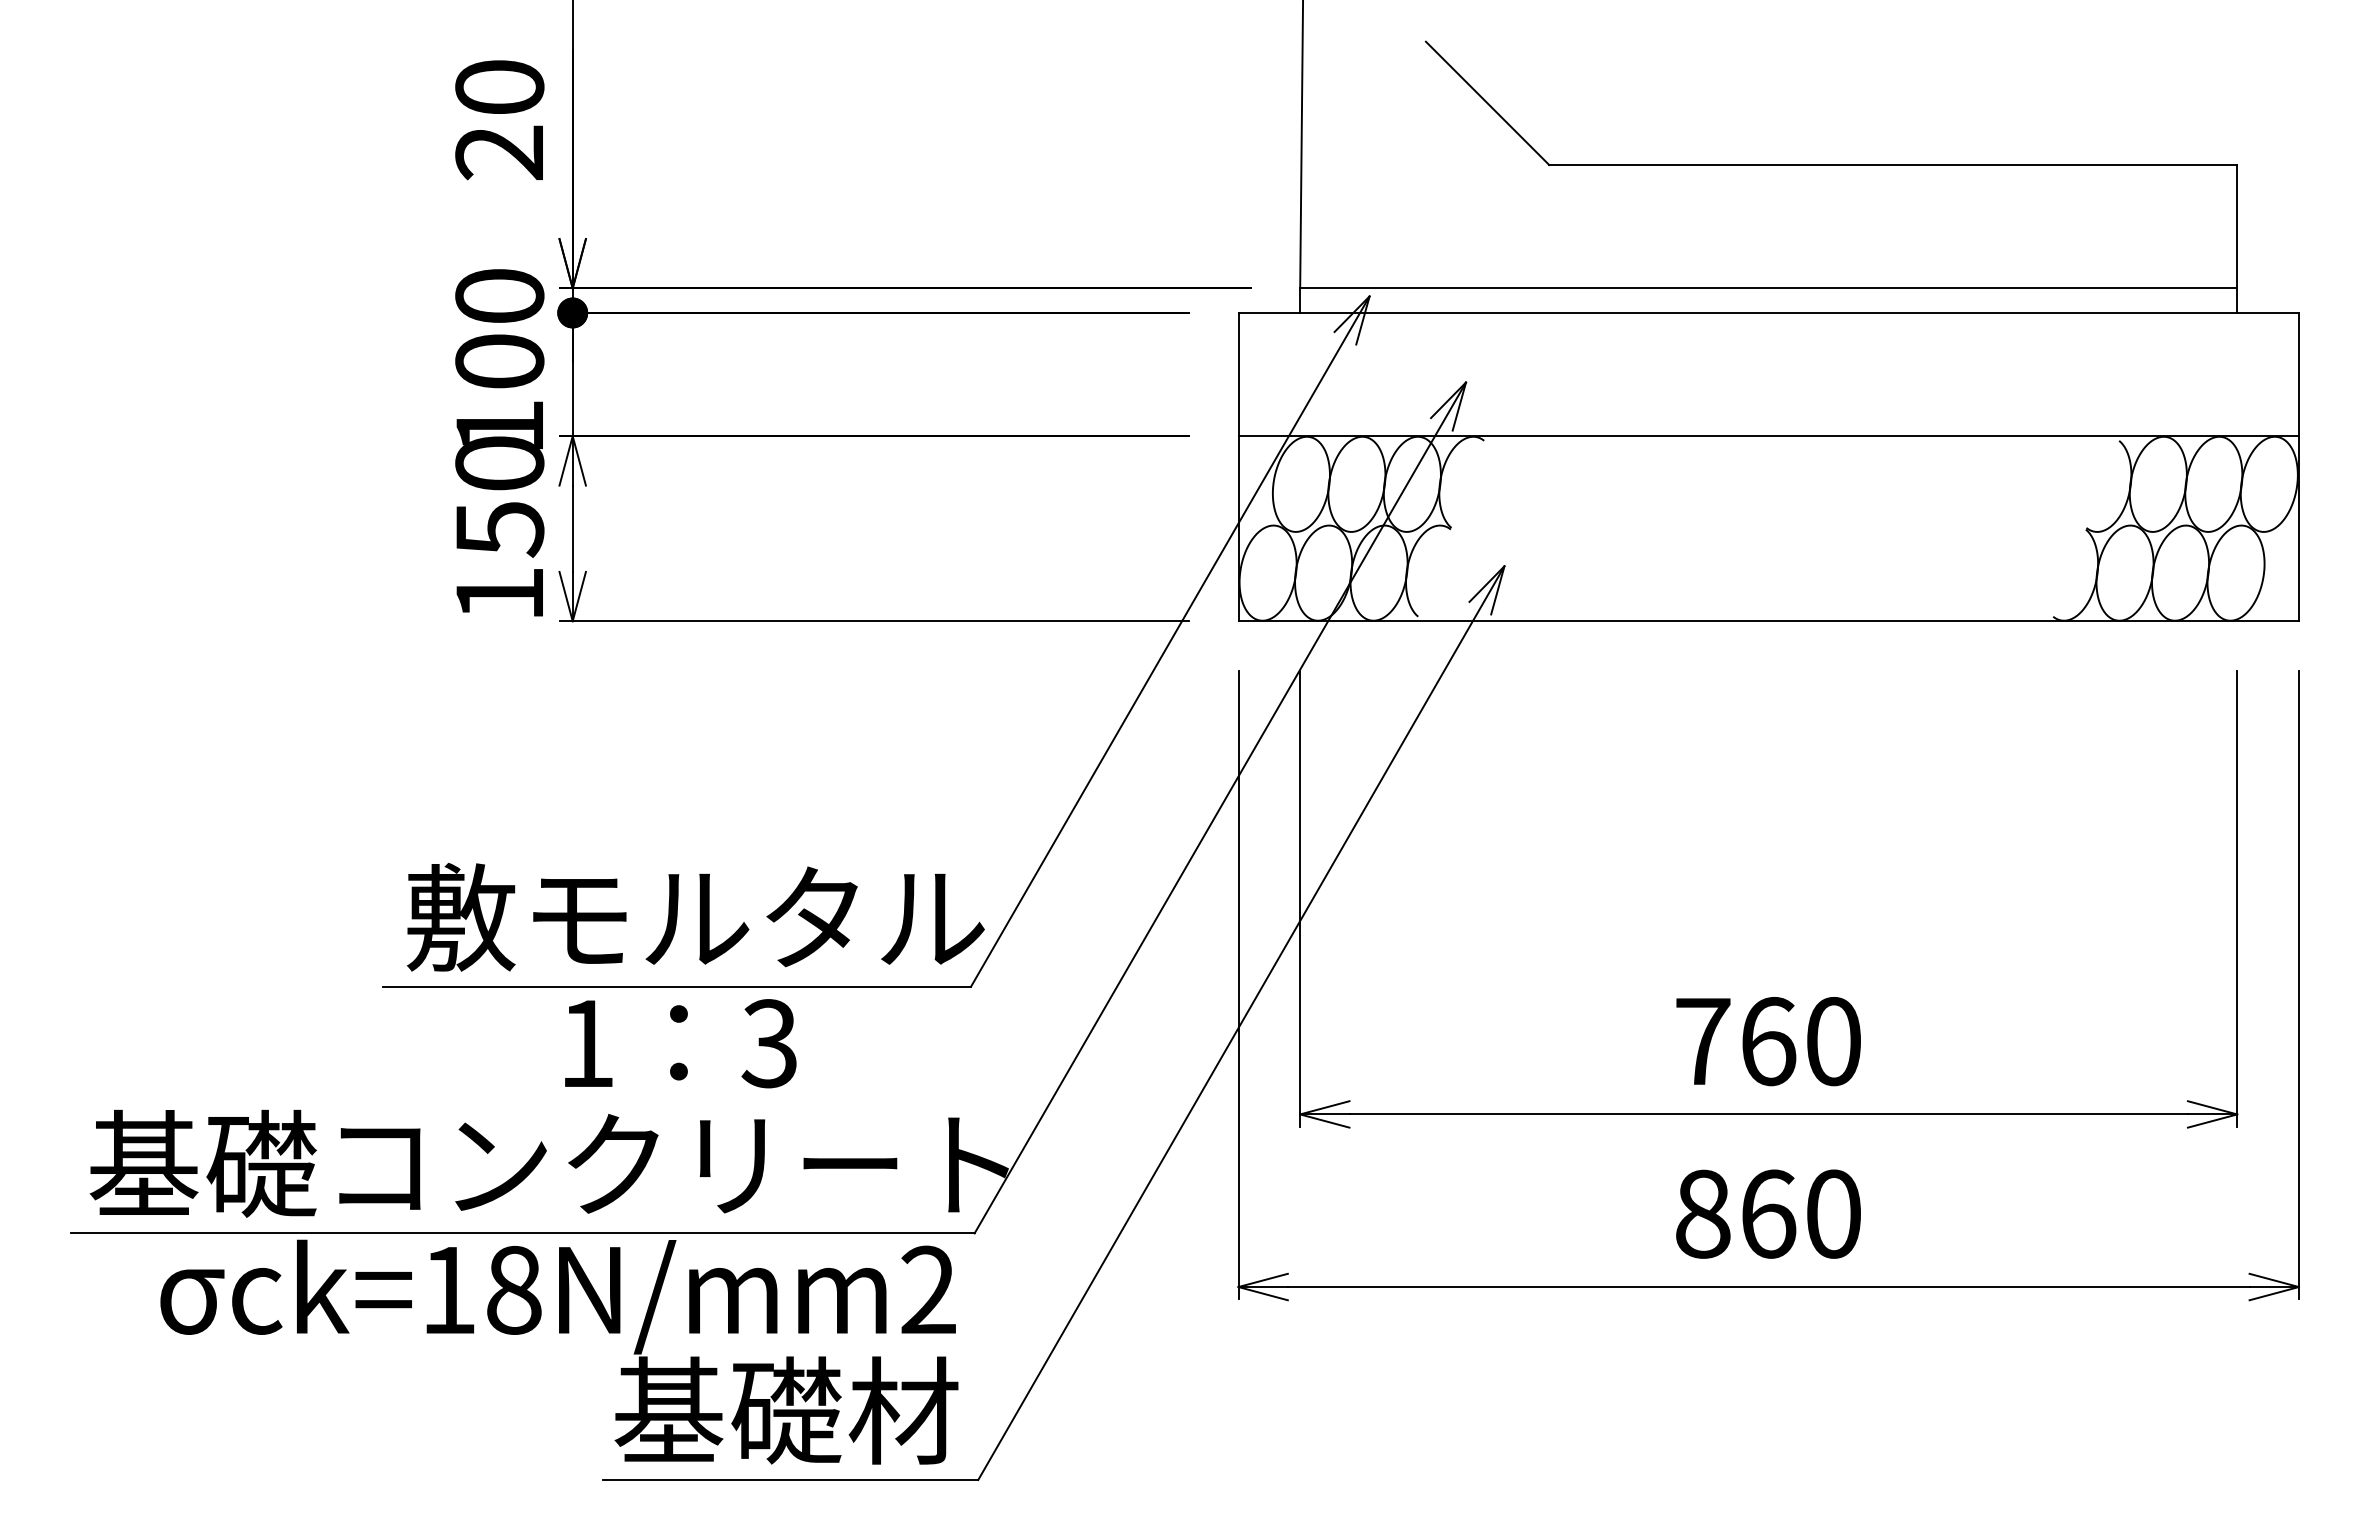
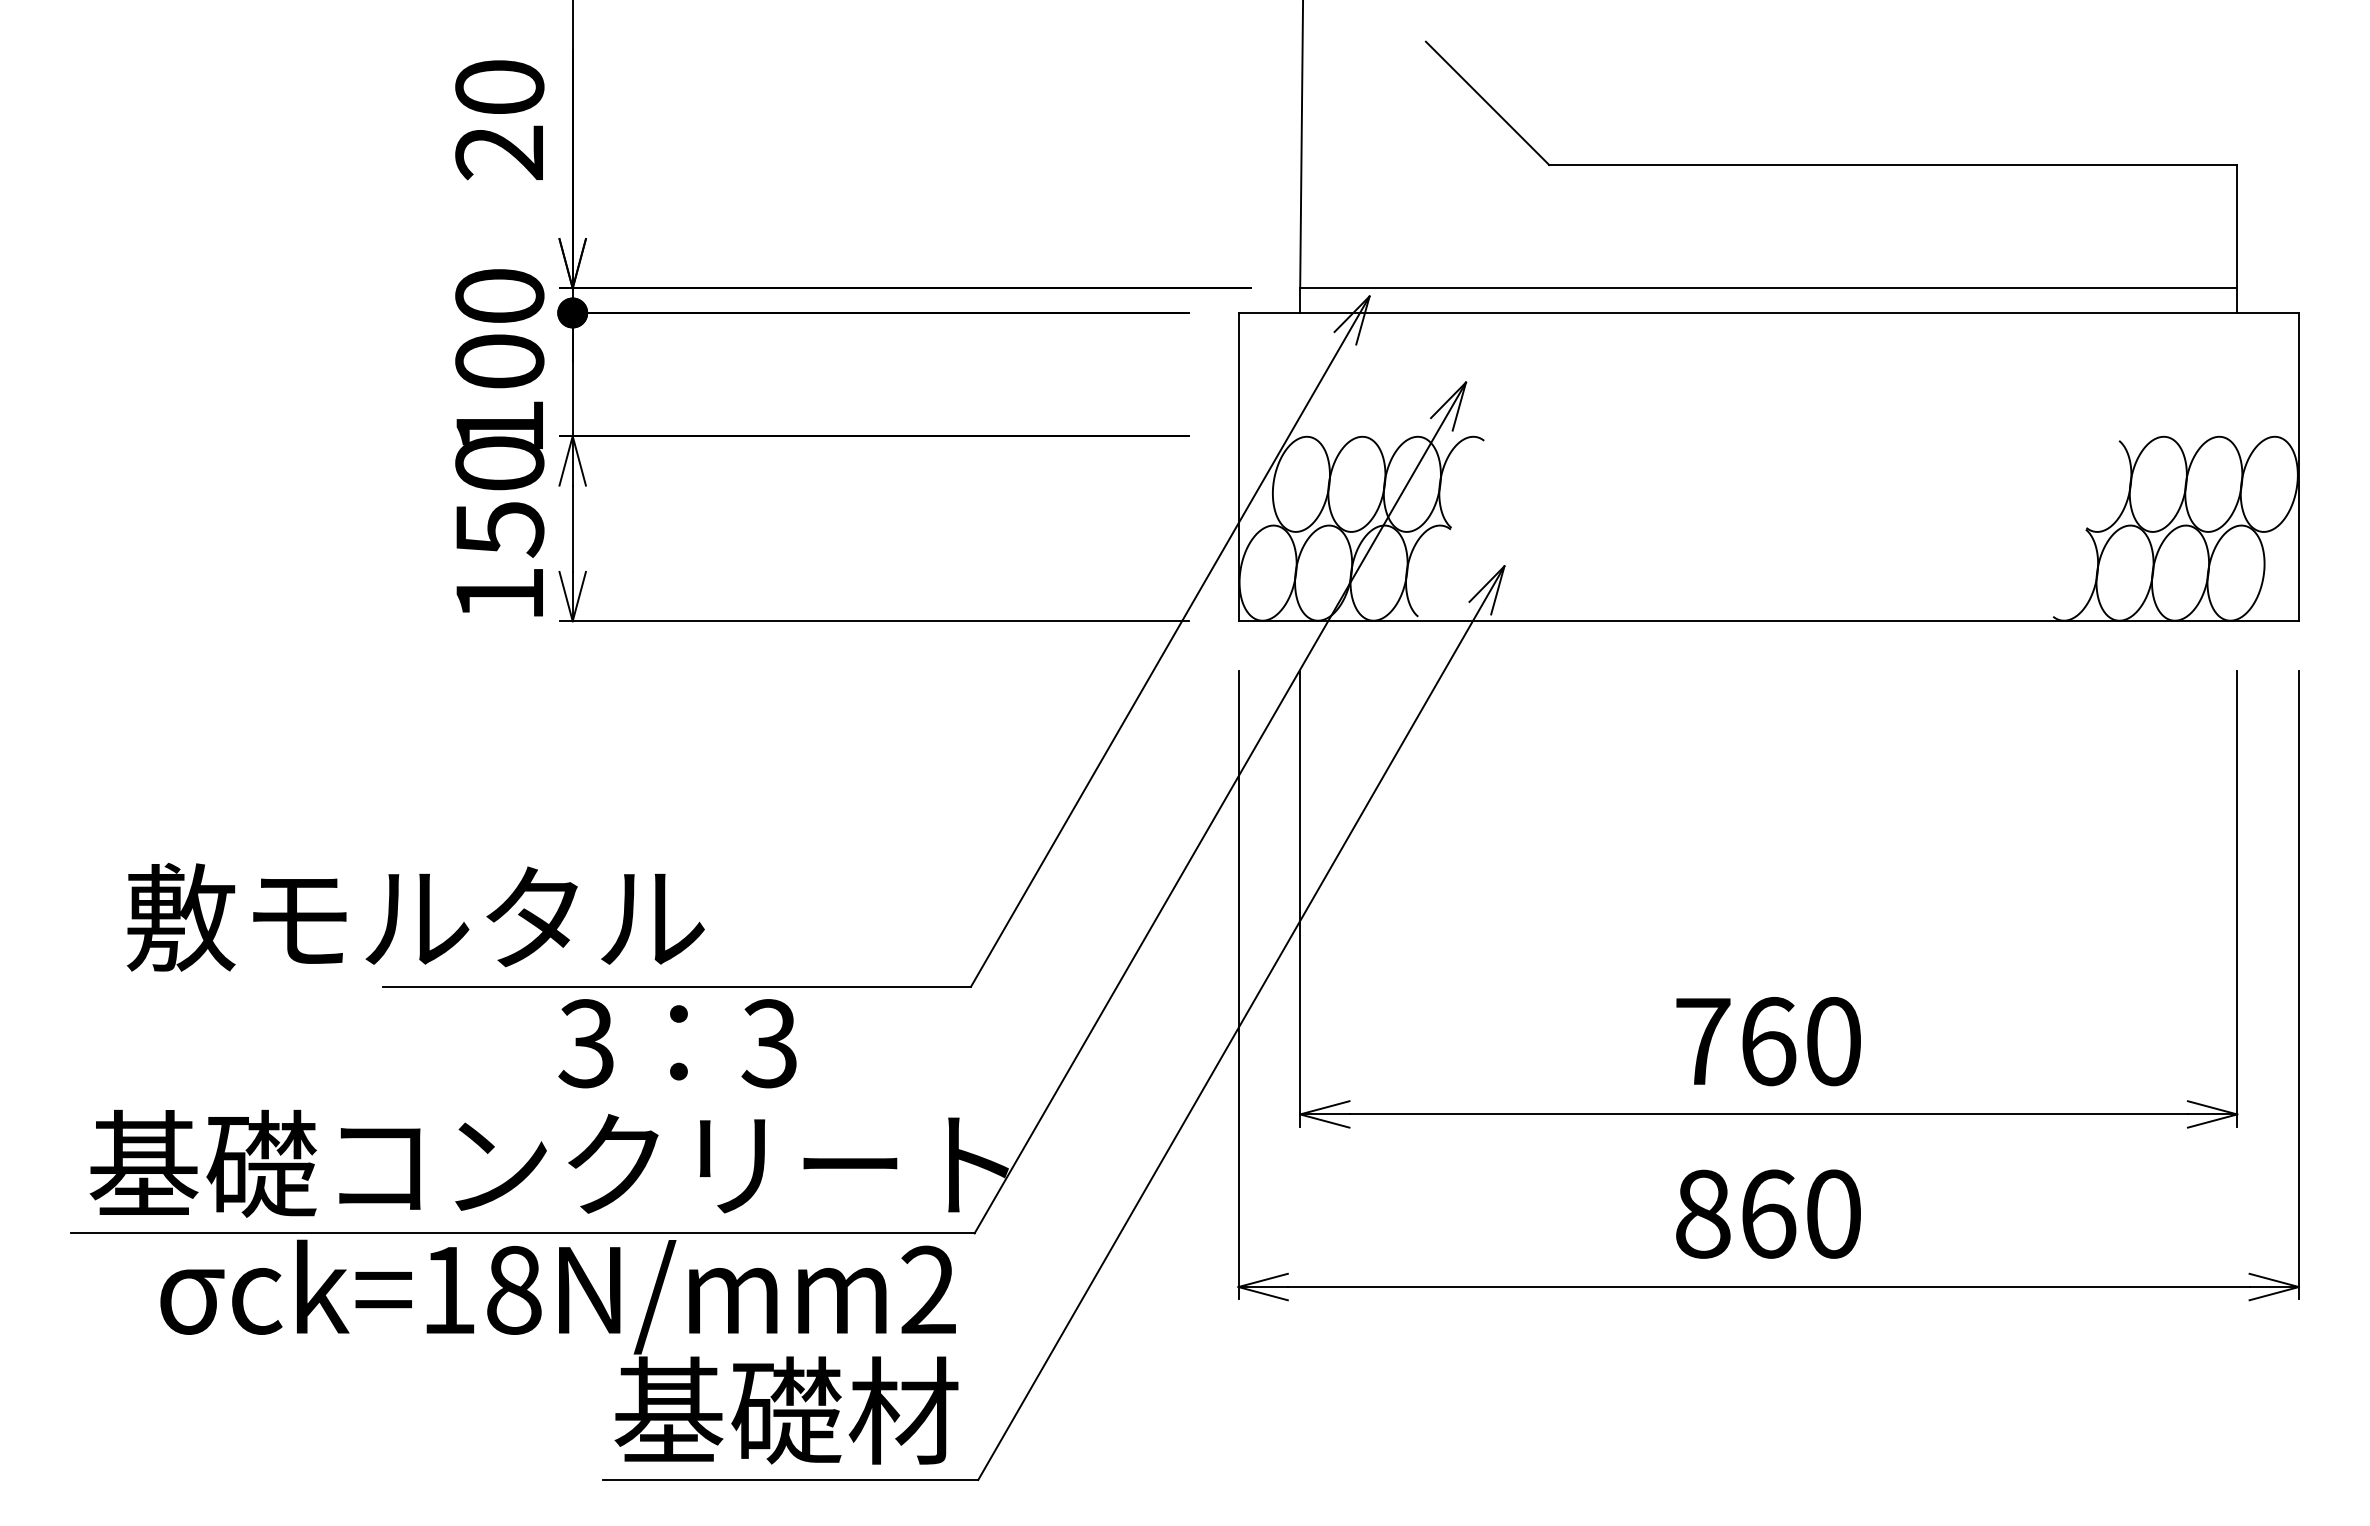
line at (1768, 436): present -> none
text at (695, 916) position: (695, 916) -> (415, 916)
text at (585, 1043): 1 -> 3
